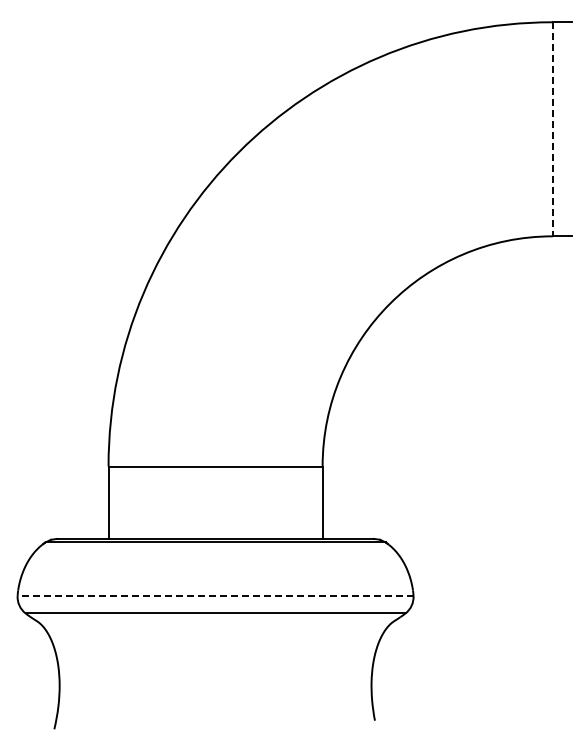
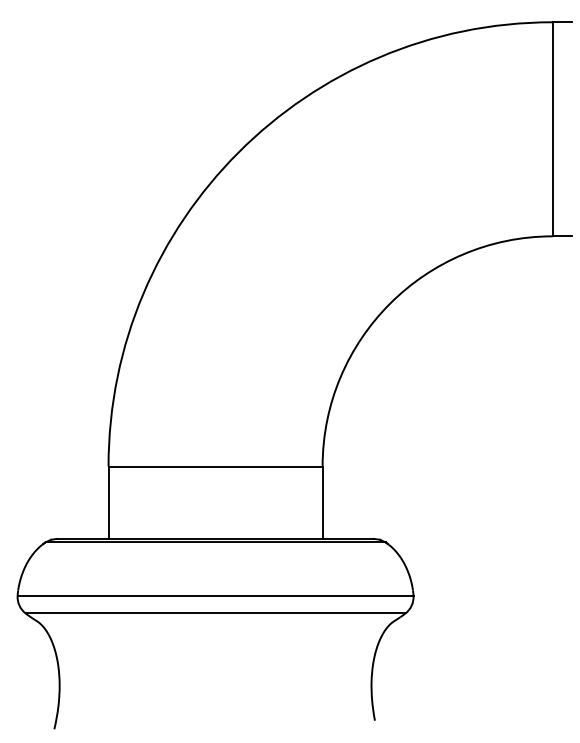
line at (552, 129): dashed -> solid
line at (215, 595): dashed -> solid
